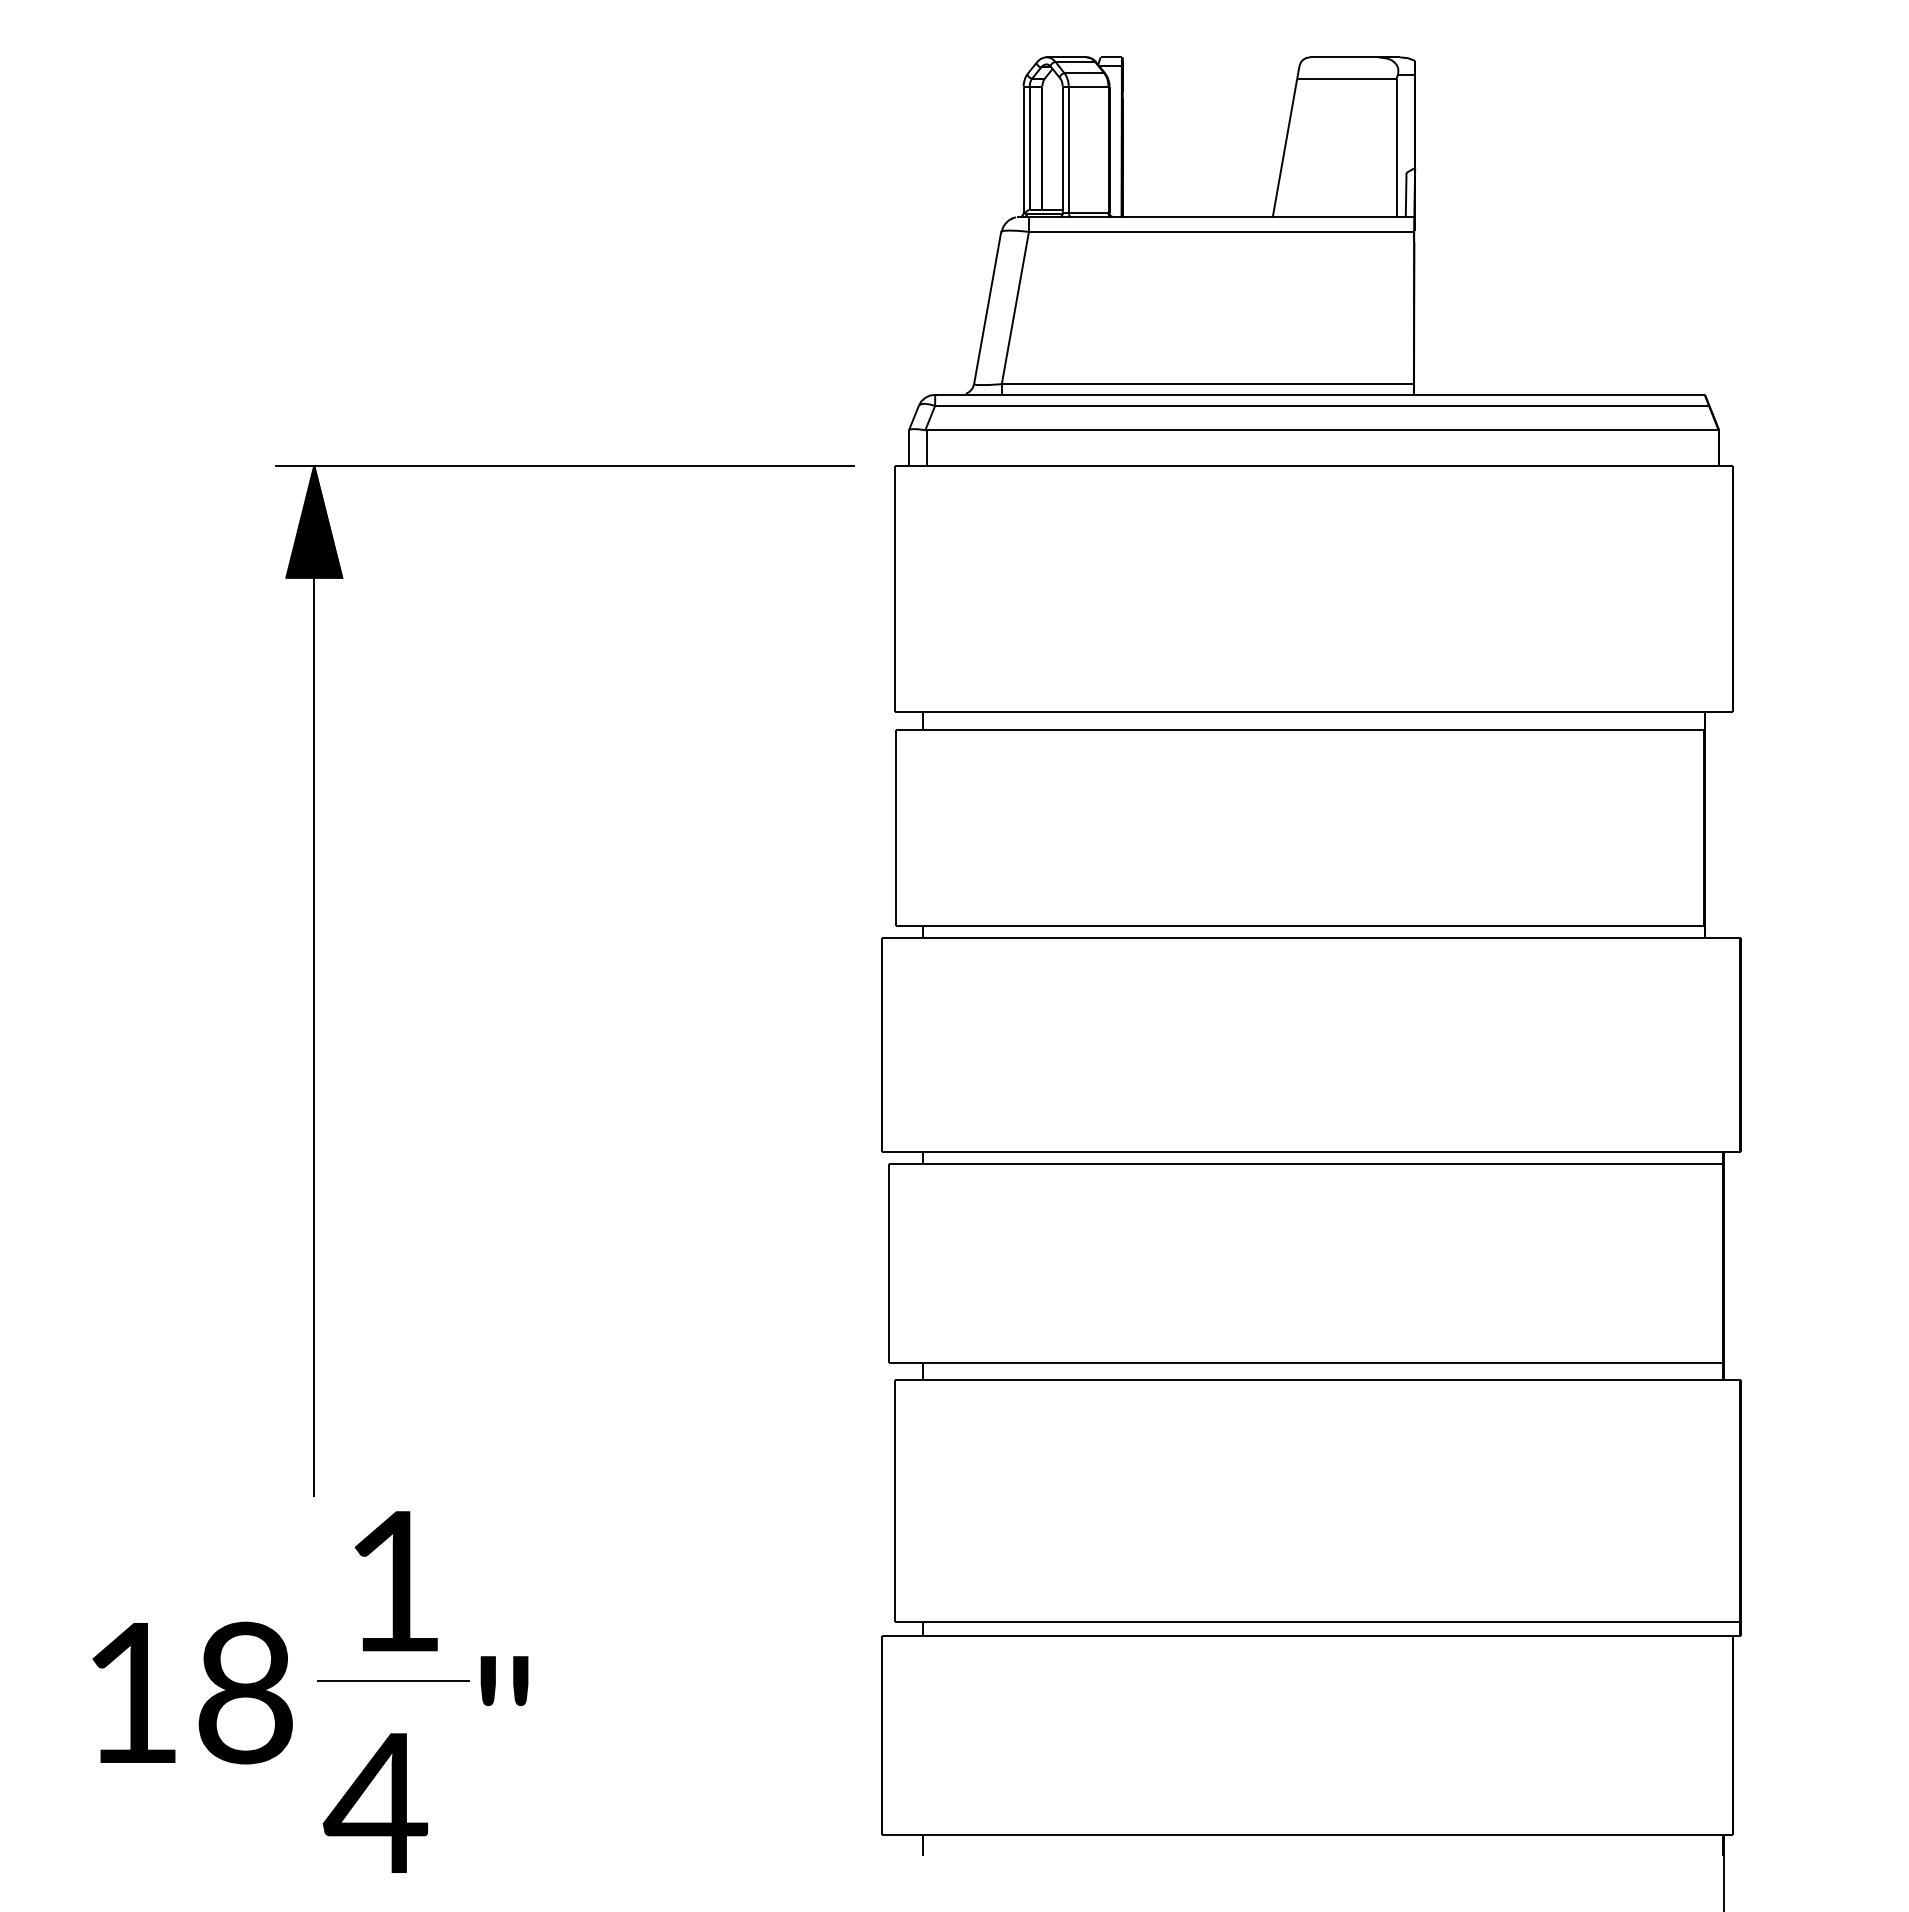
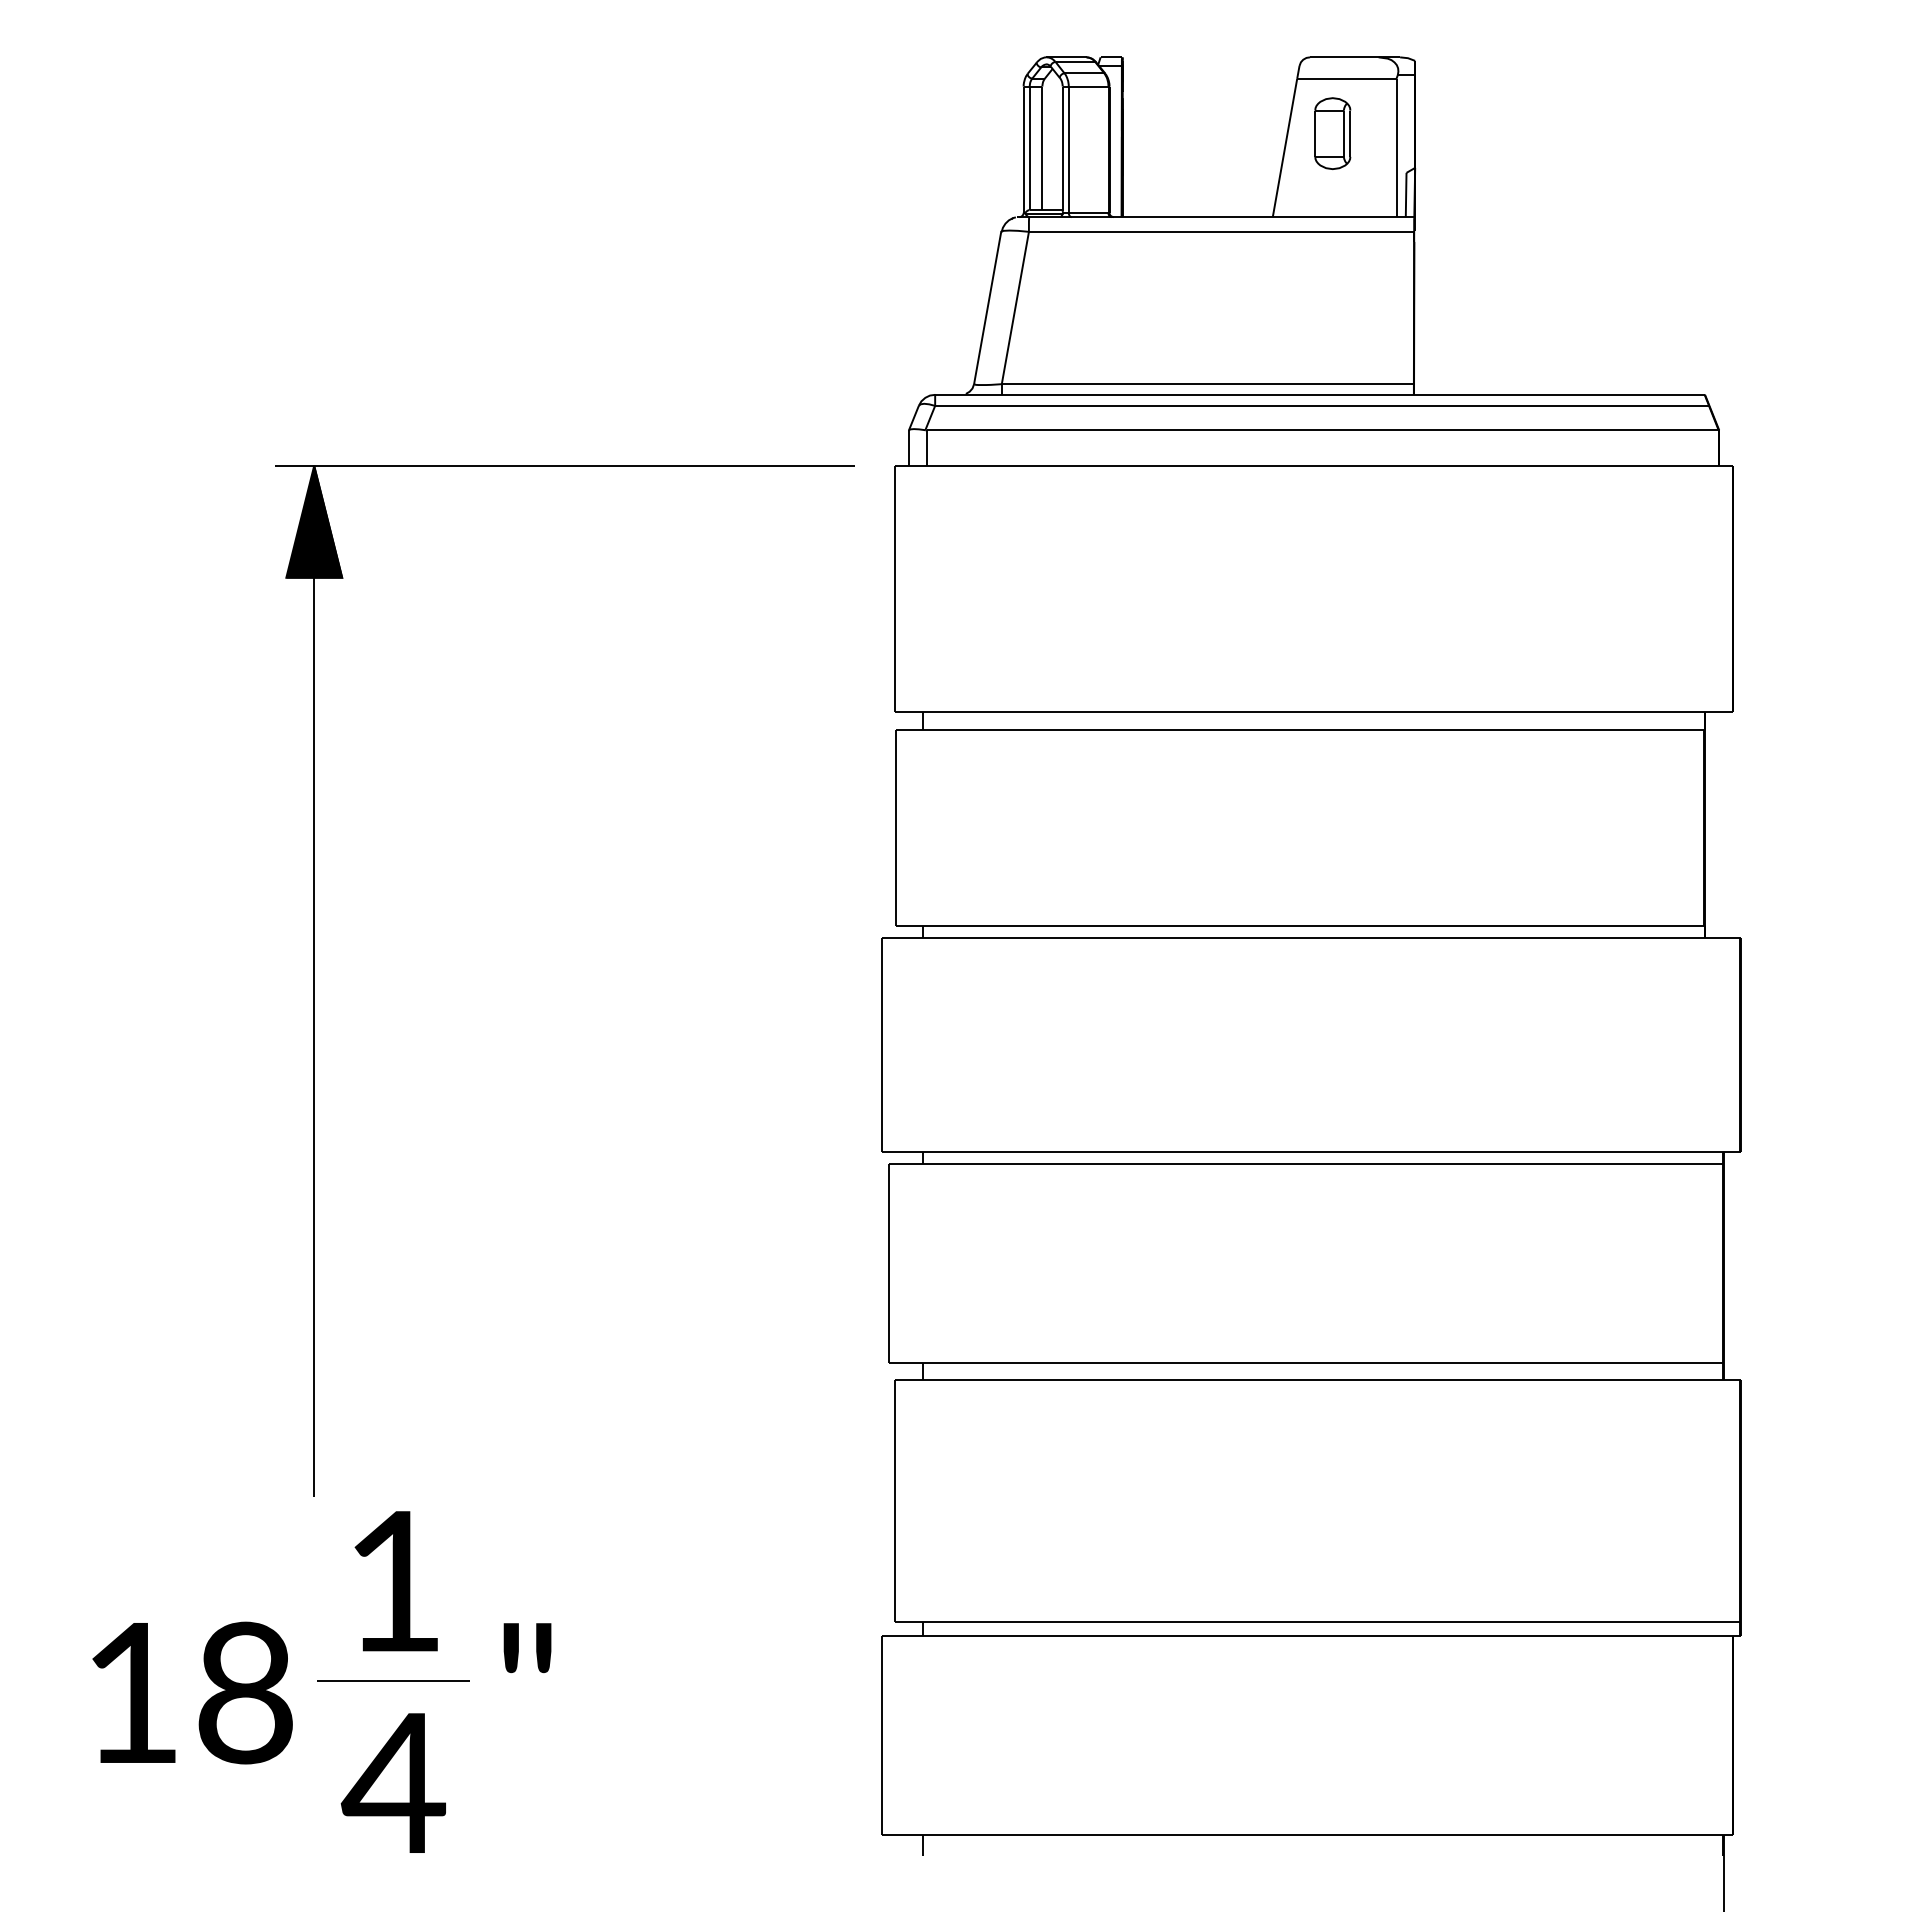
part at (1332, 133): none -> present
text at (504, 1681) position: (504, 1681) -> (527, 1648)
text at (374, 1802) position: (374, 1802) -> (392, 1782)
